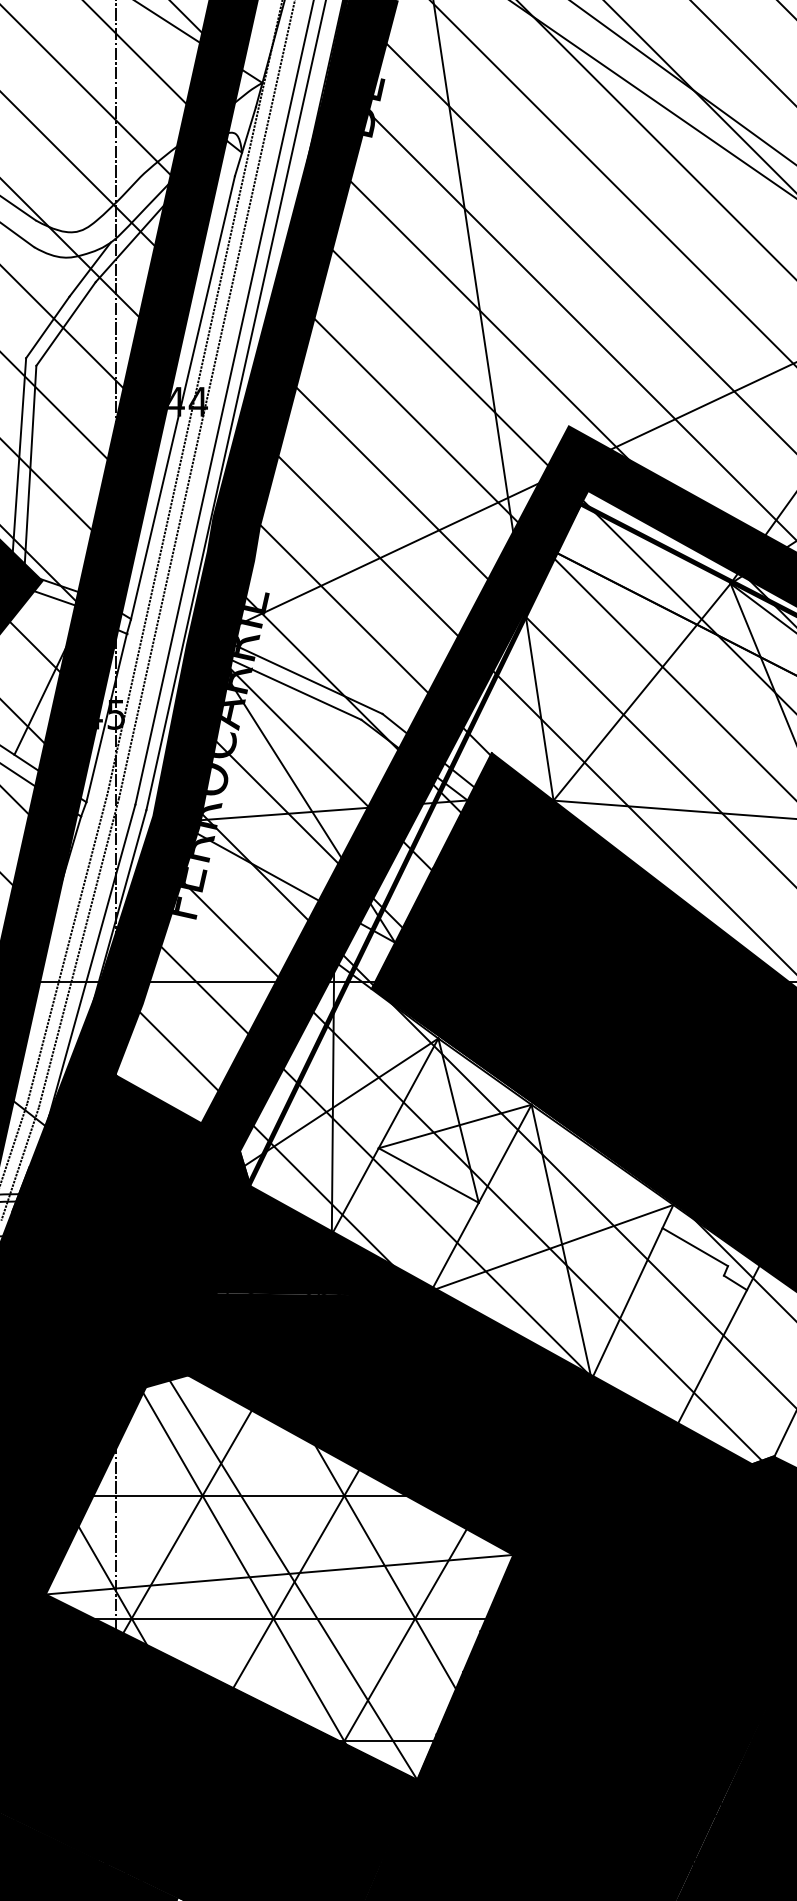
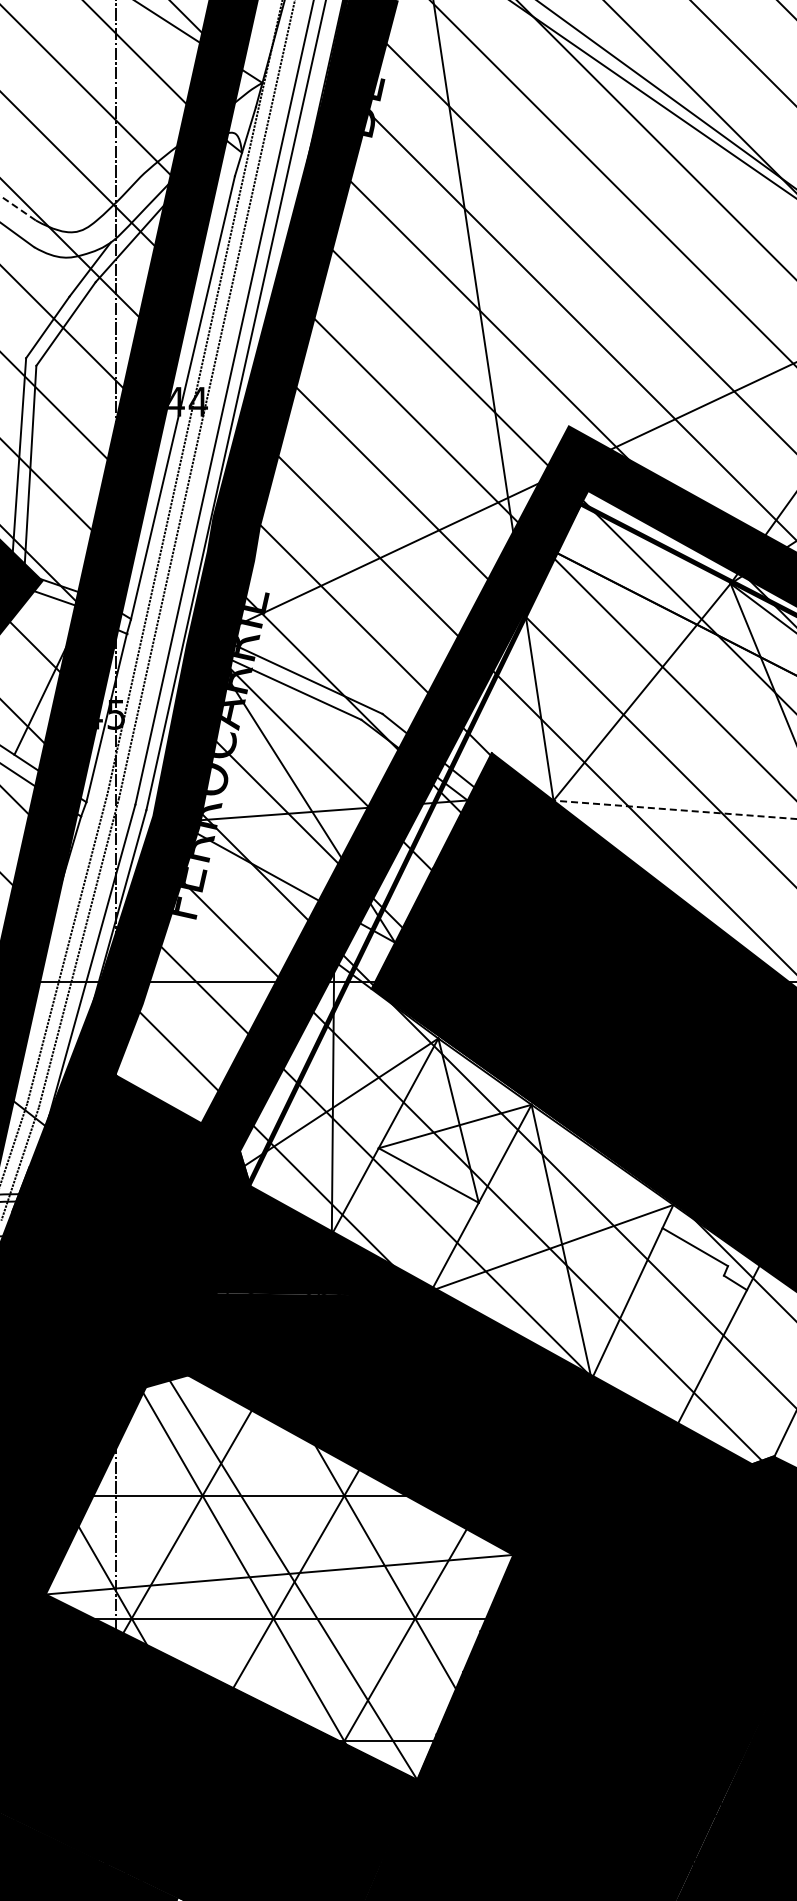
line at (682, 82) position: (682, 82) -> (666, 94)
line at (18, 208): solid -> dashed
line at (675, 809): solid -> dashed
